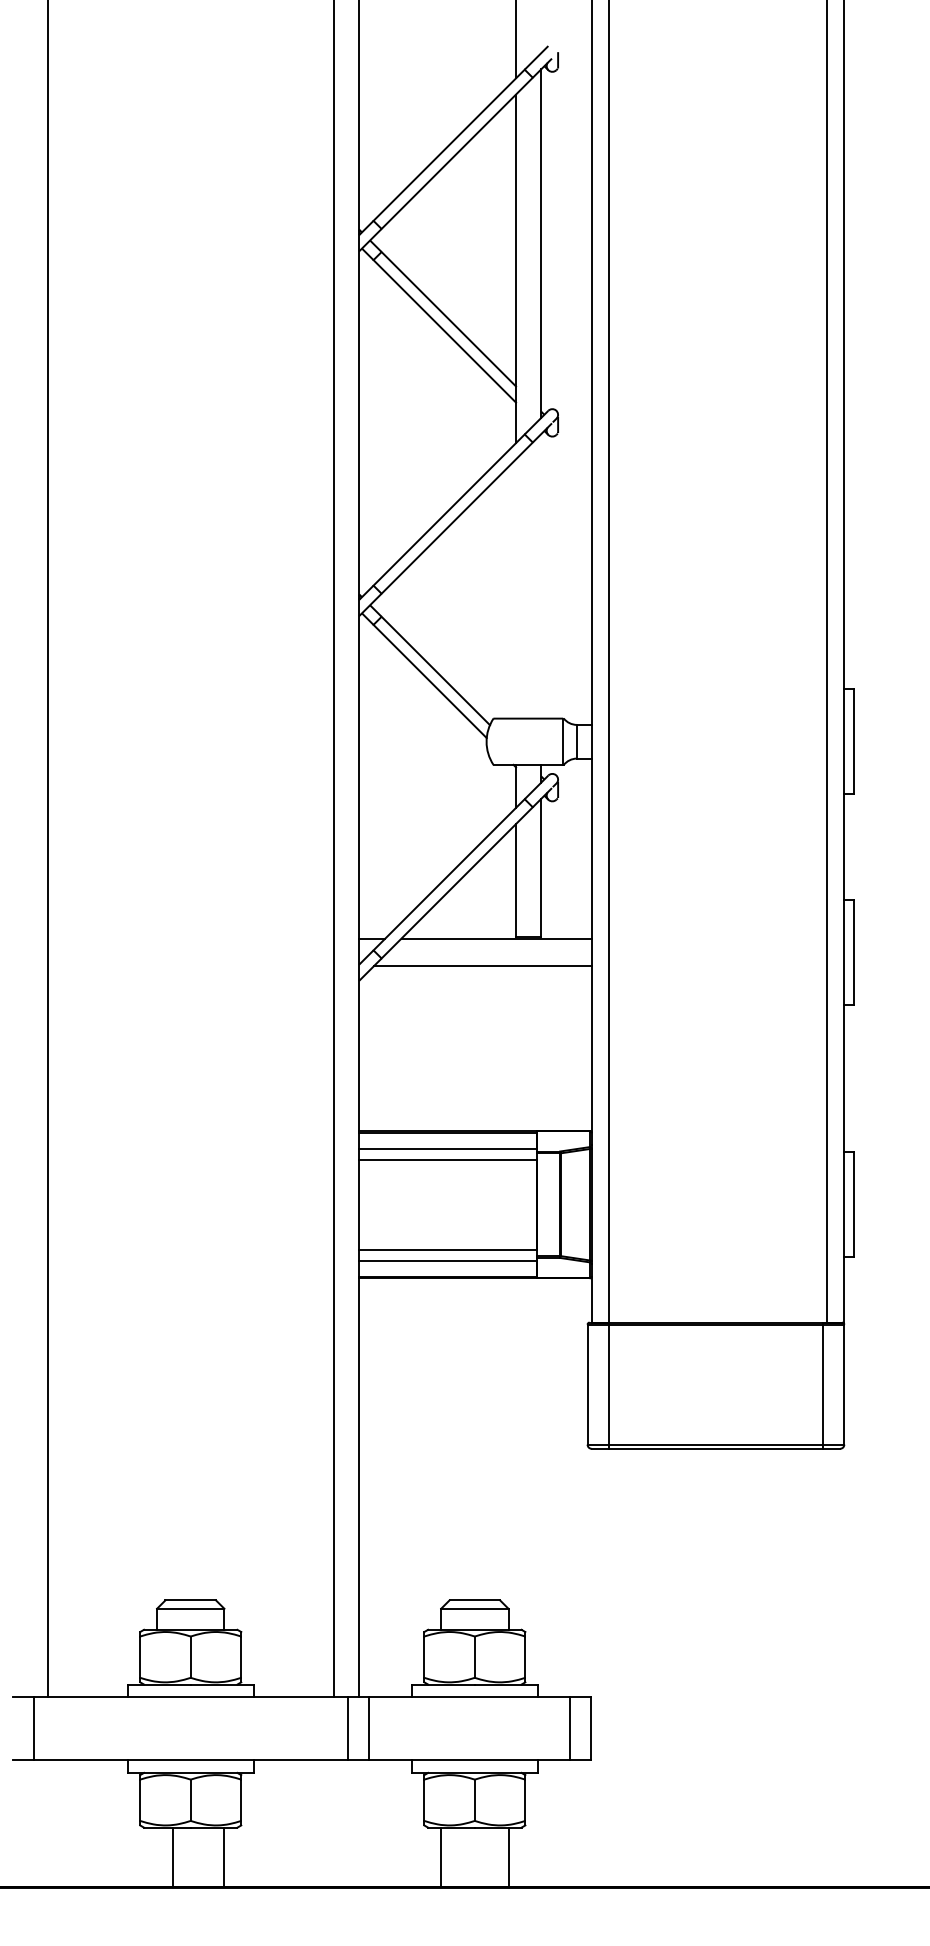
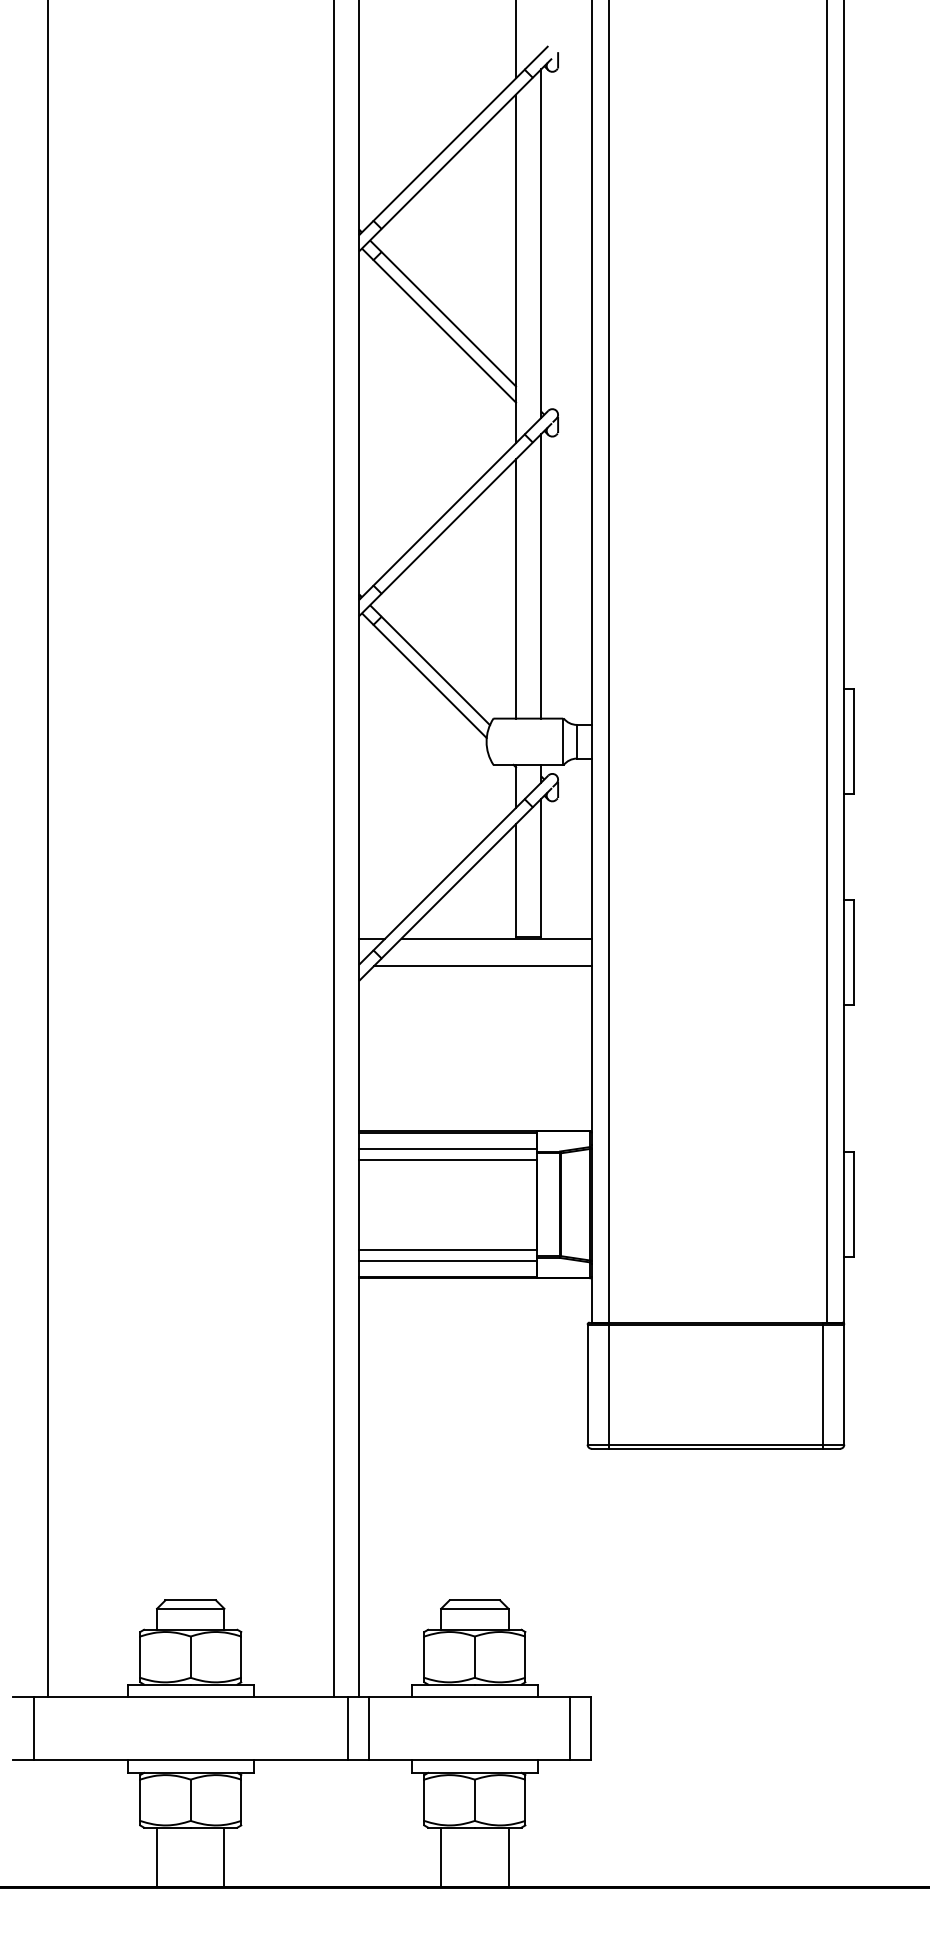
line at (541, 576): none -> present
line at (516, 588): none -> present
line at (173, 1856) position: (173, 1856) -> (157, 1856)
